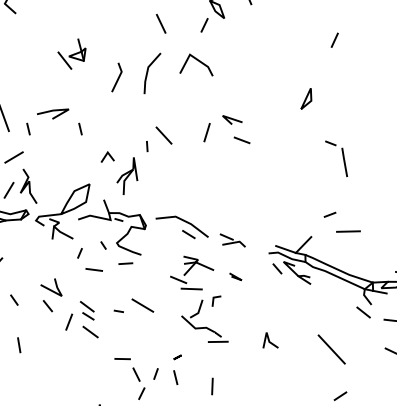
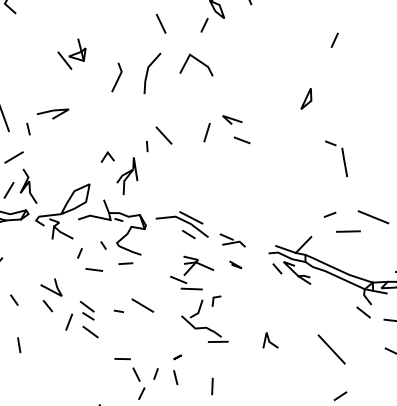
line at (80, 128): present -> none
line at (191, 217): none -> present
line at (373, 217): none -> present
line at (235, 276) position: (235, 276) -> (235, 264)
